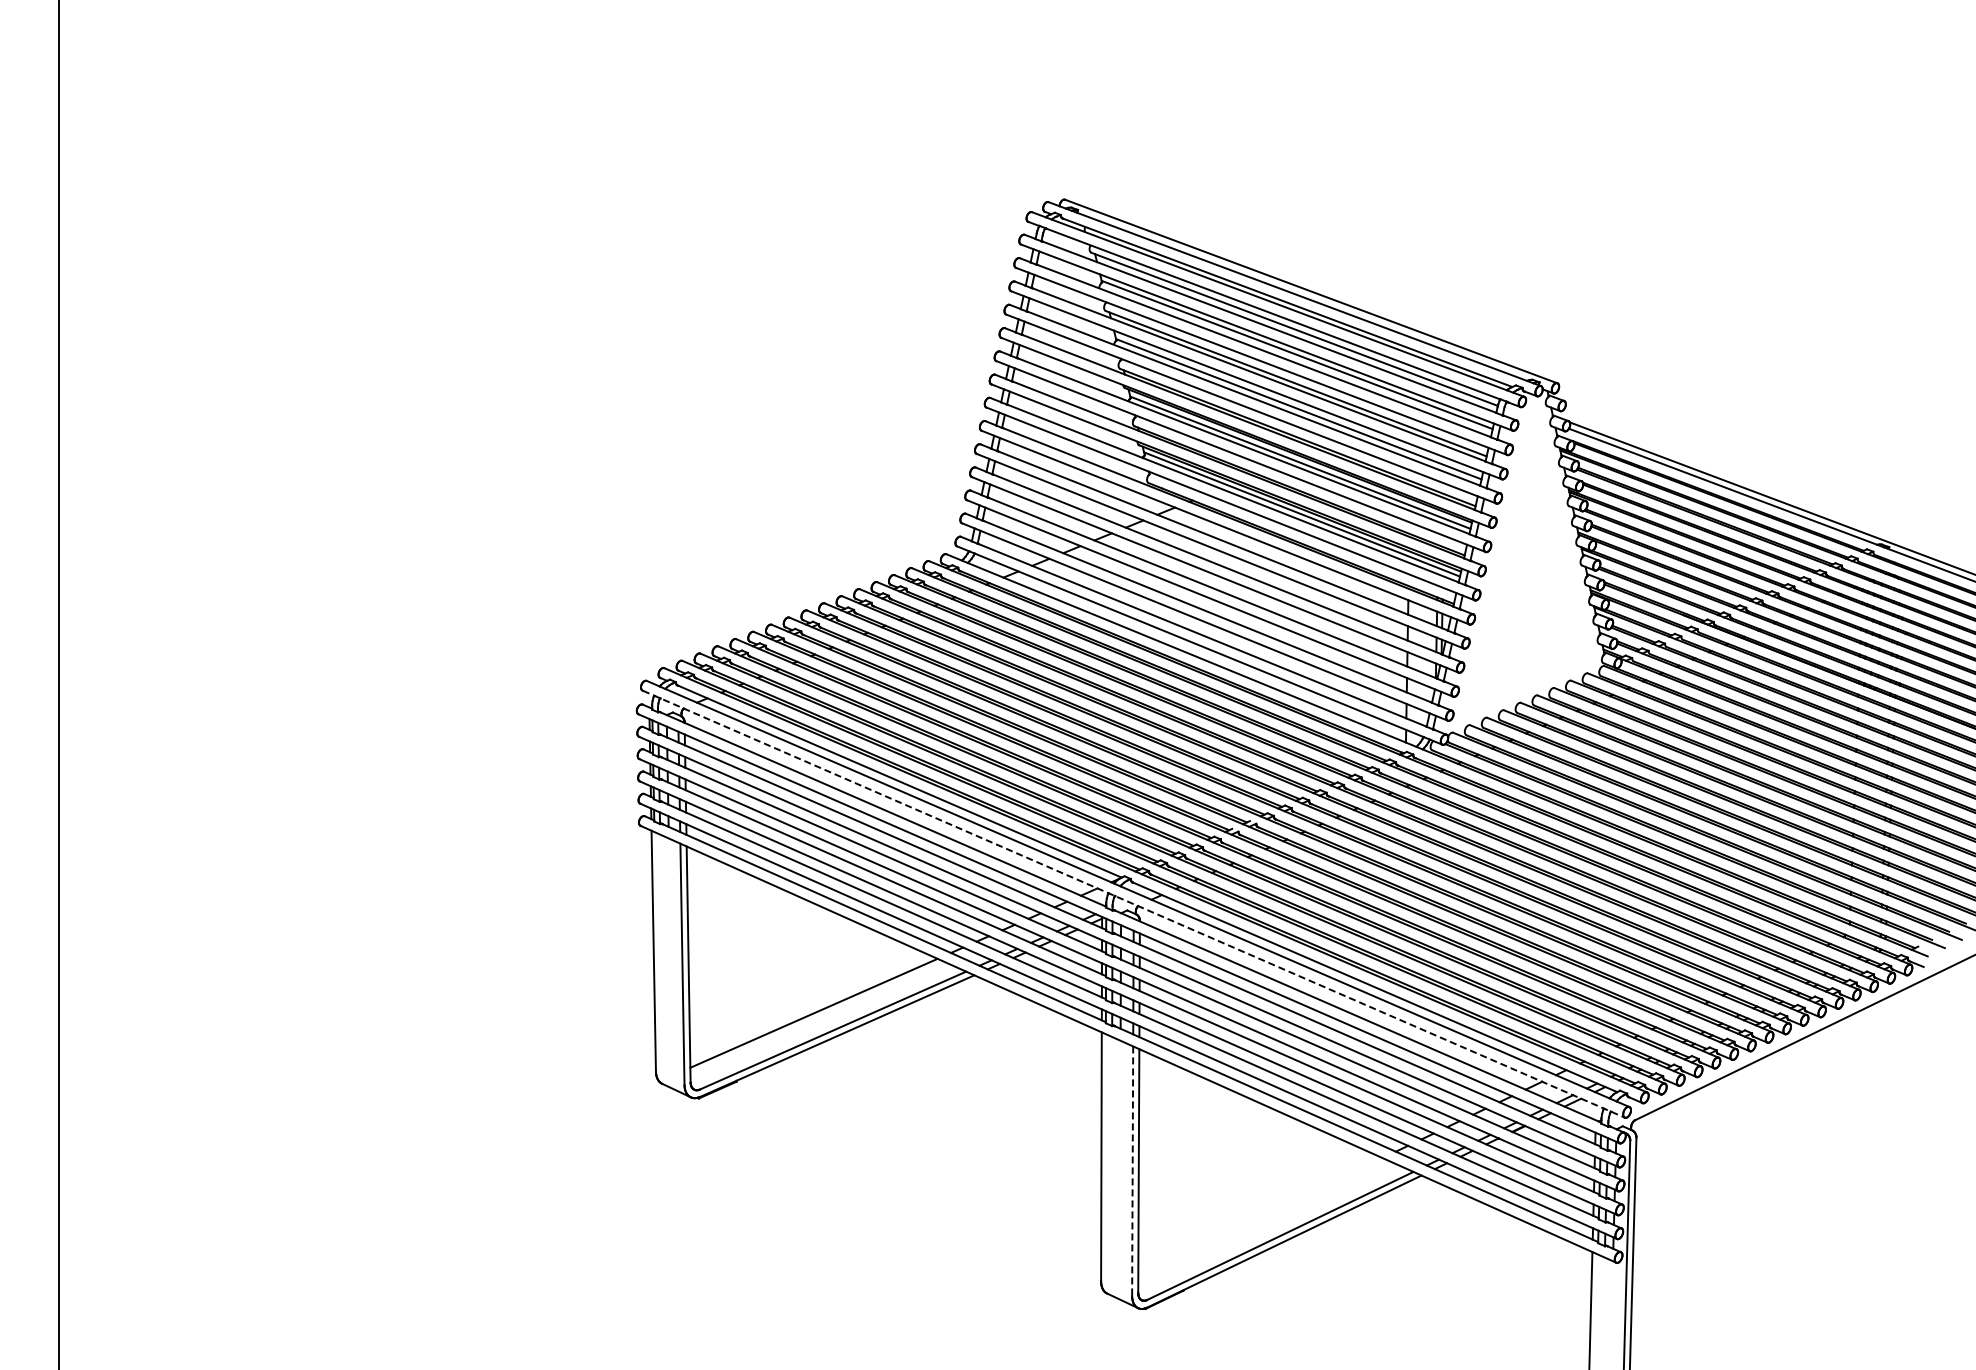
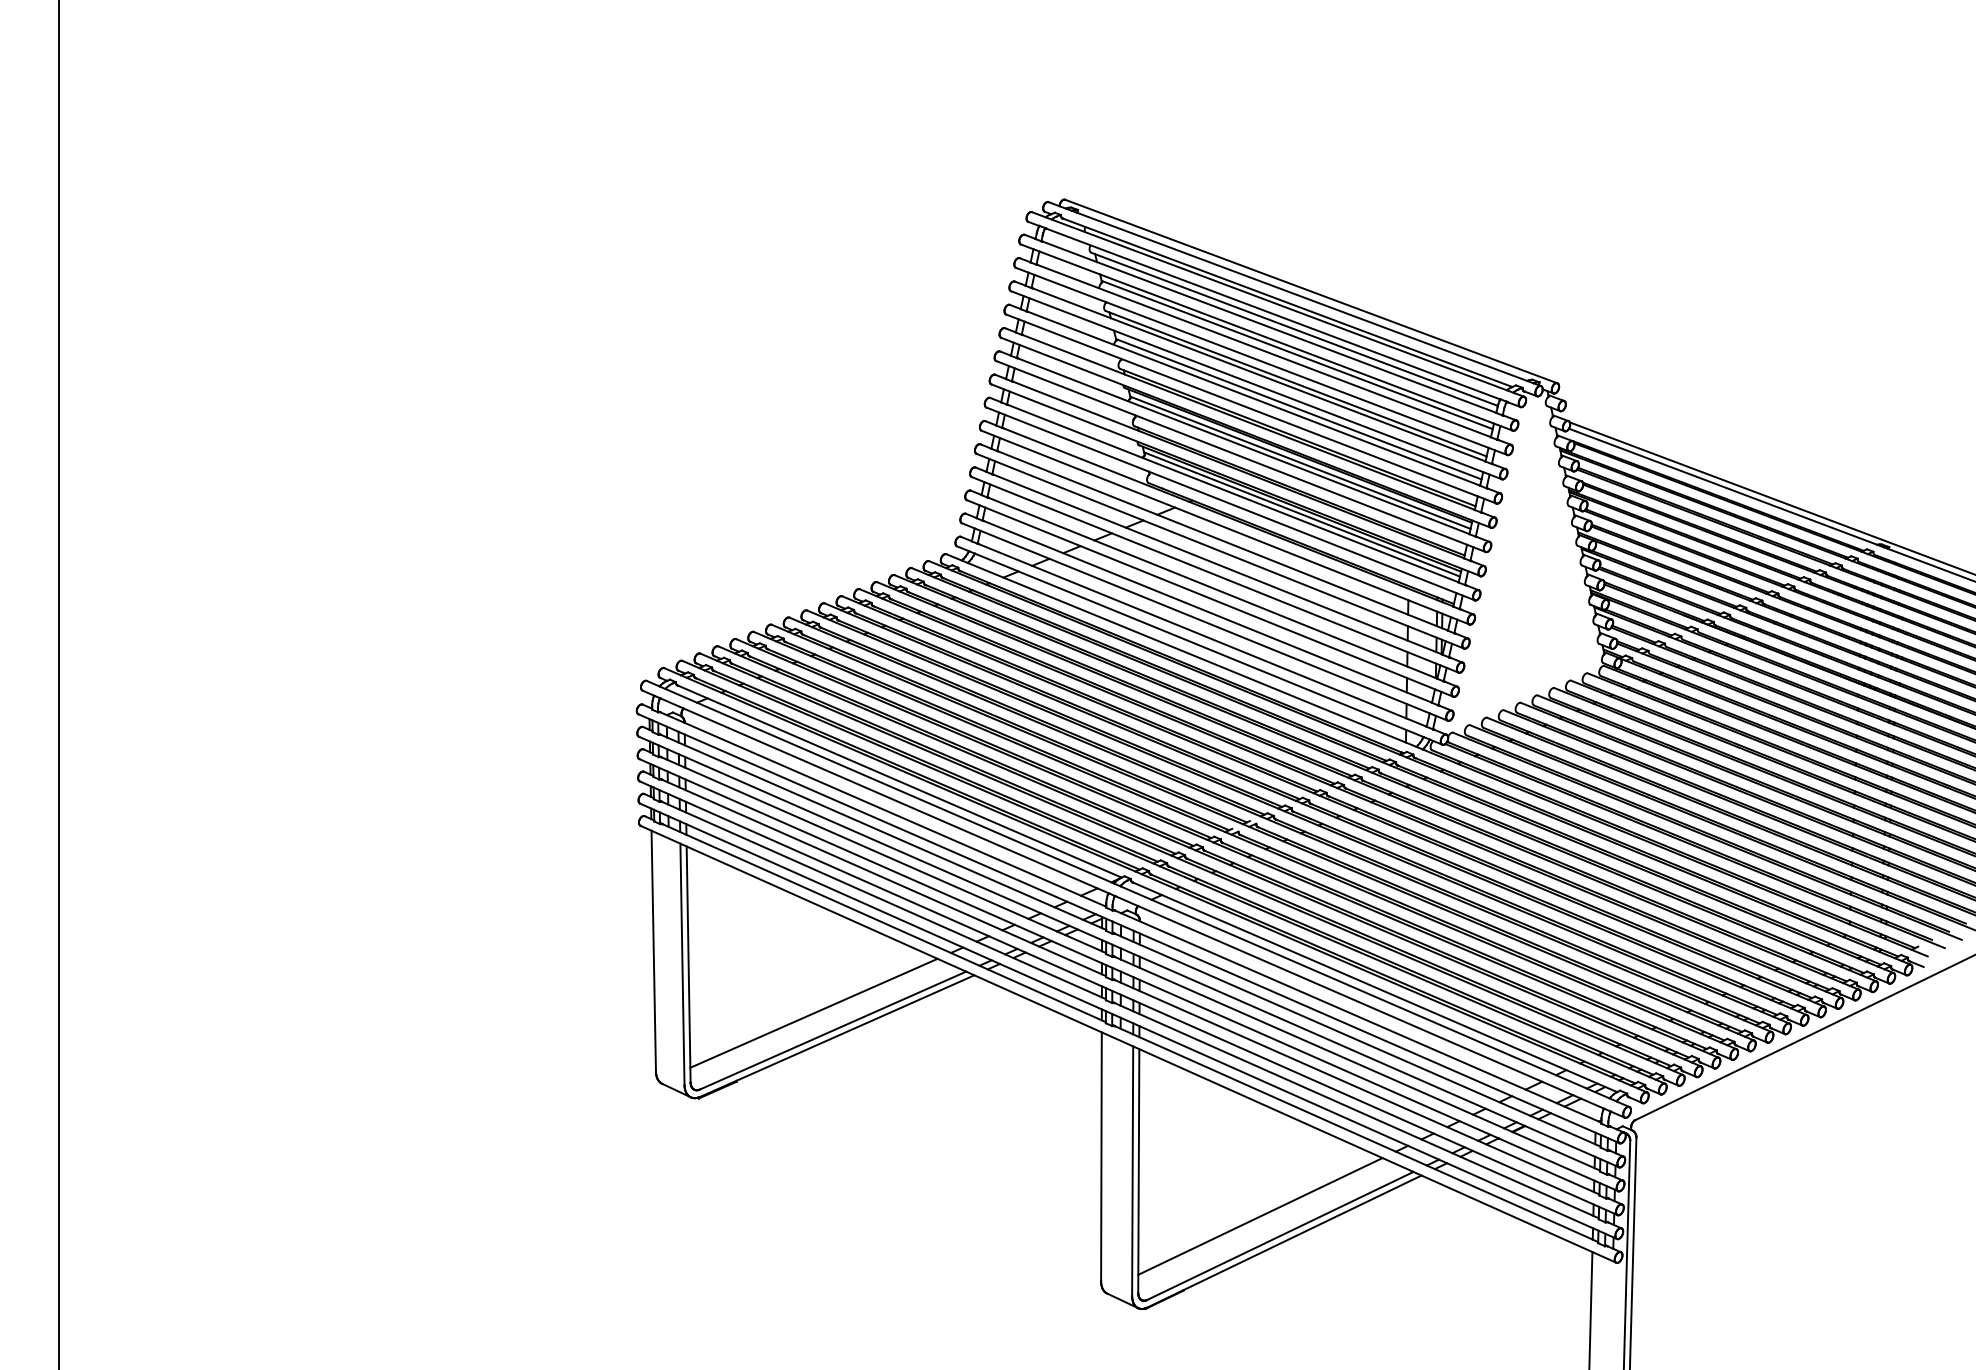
line at (1134, 904): dashed -> solid
line at (1132, 1171): dashed -> solid
line at (1260, 1216): none -> present
